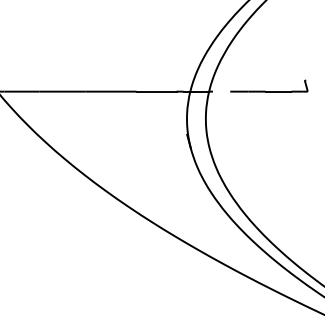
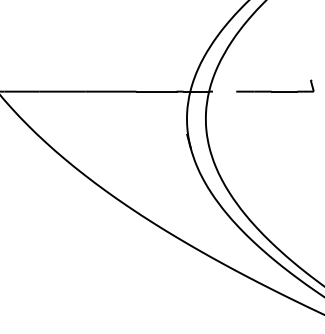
part at (269, 85) position: (269, 85) -> (275, 85)
